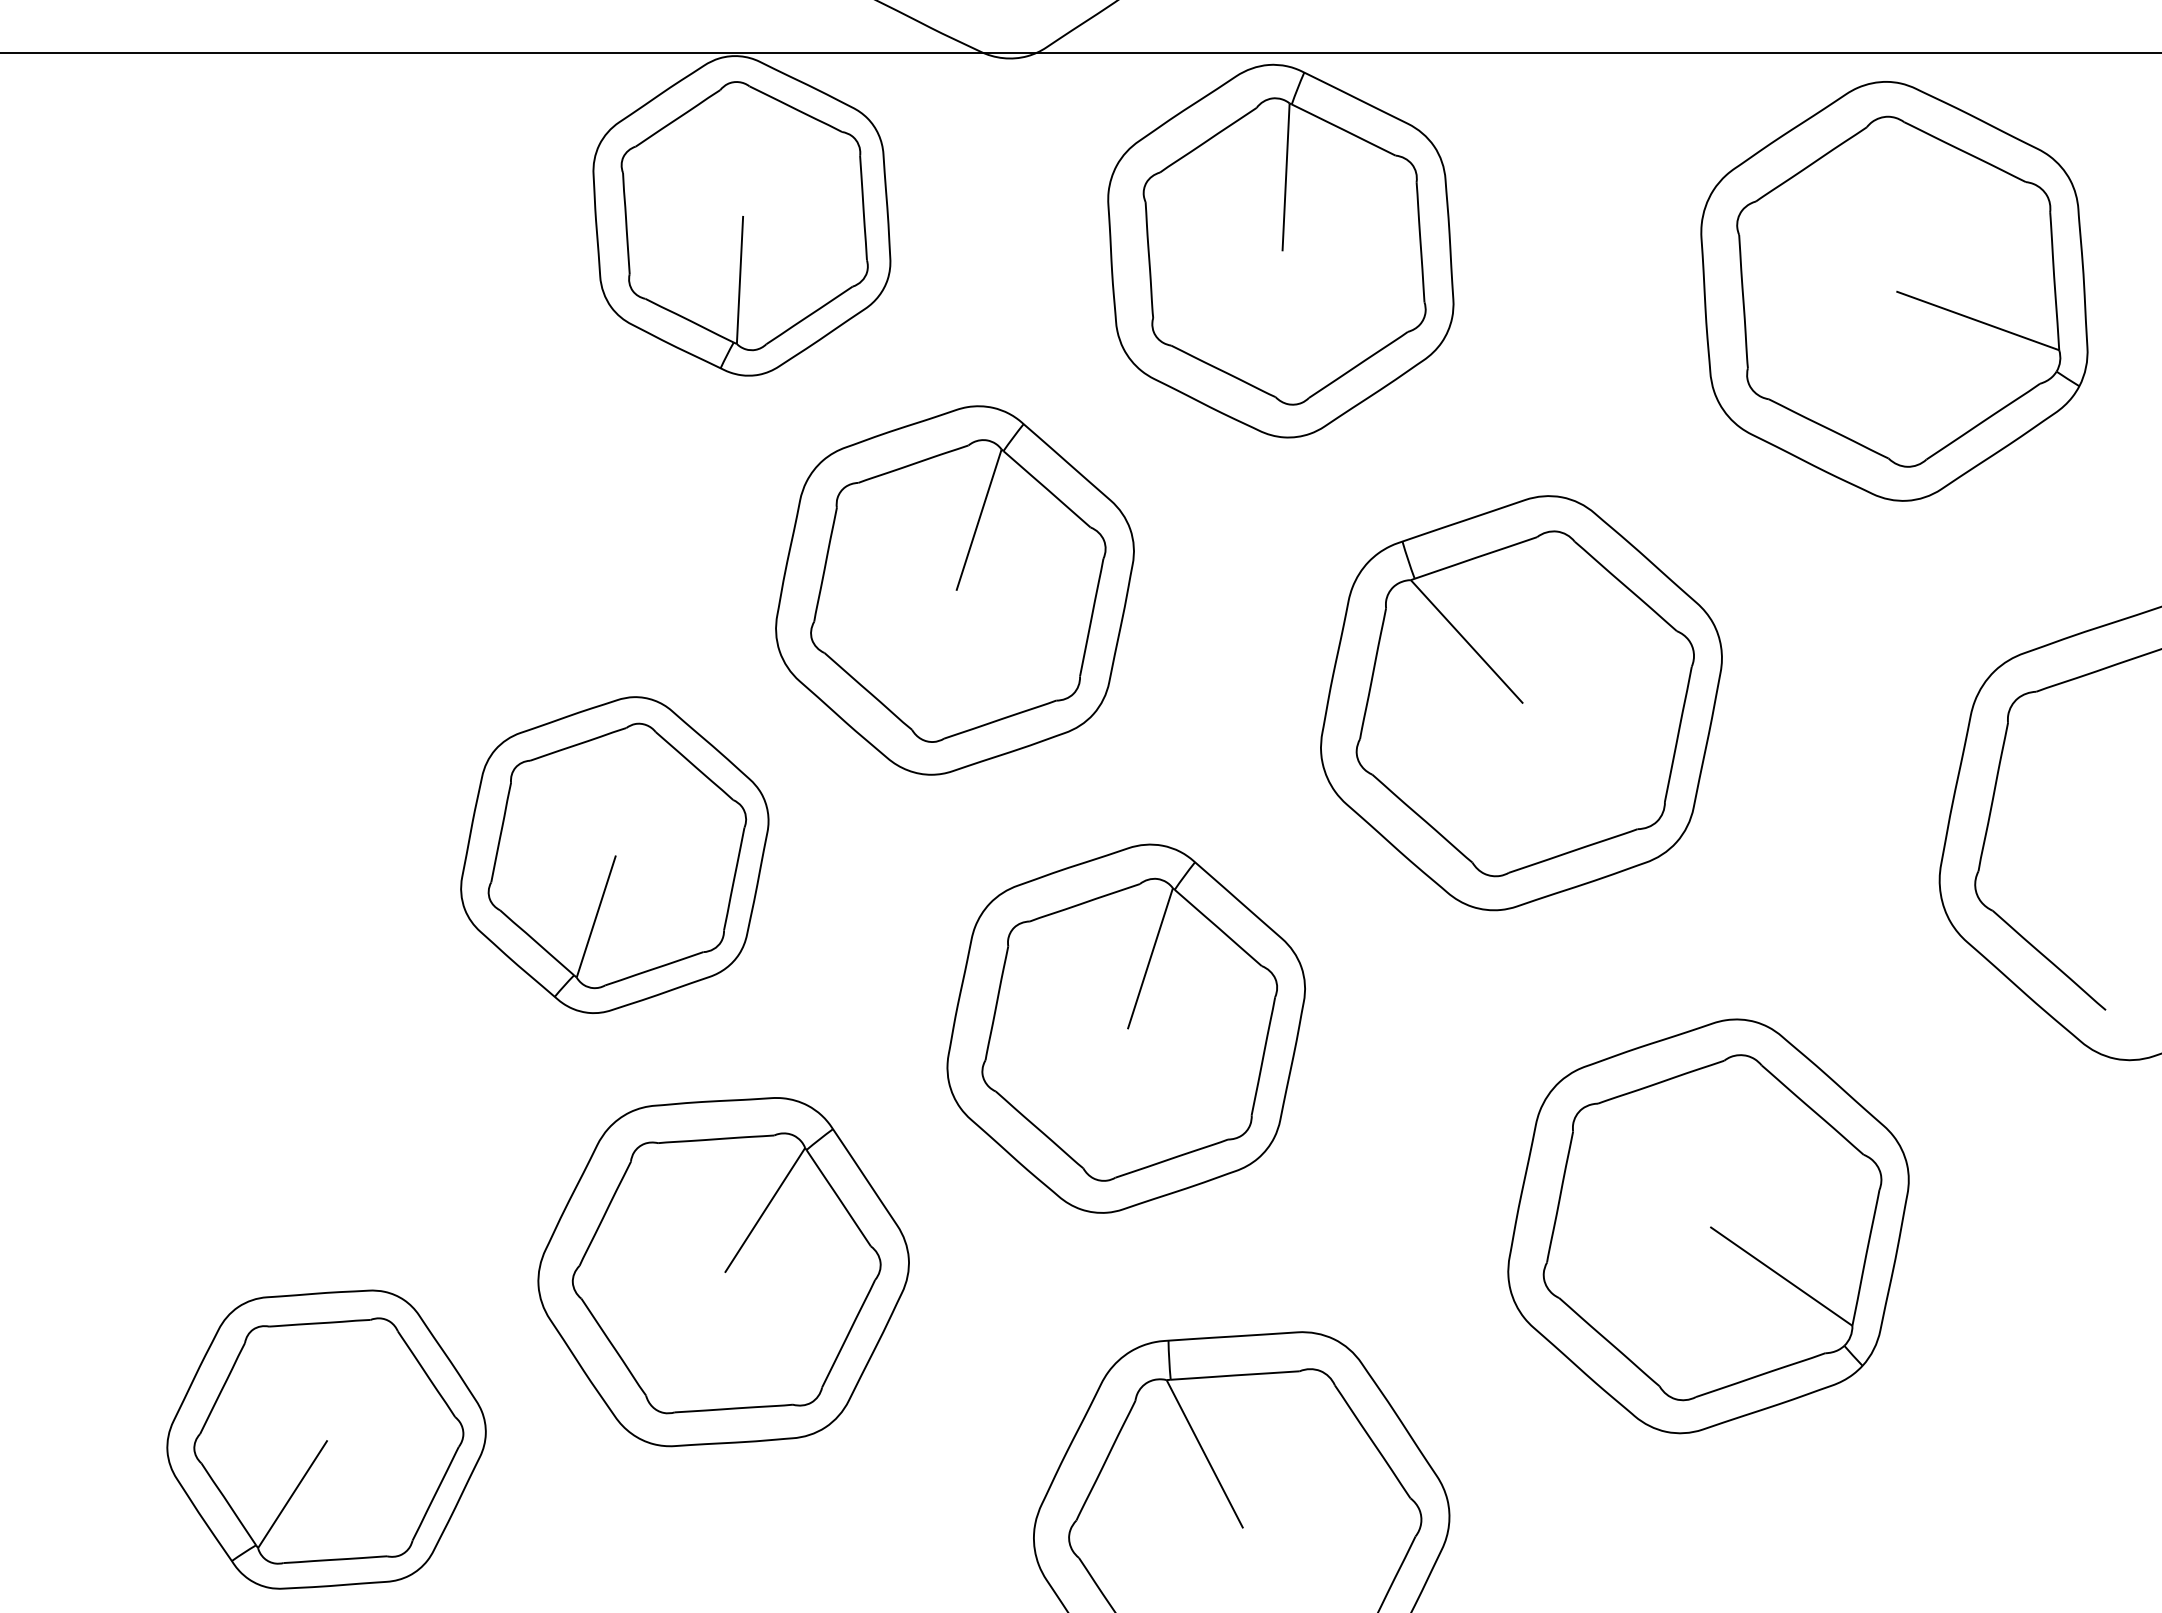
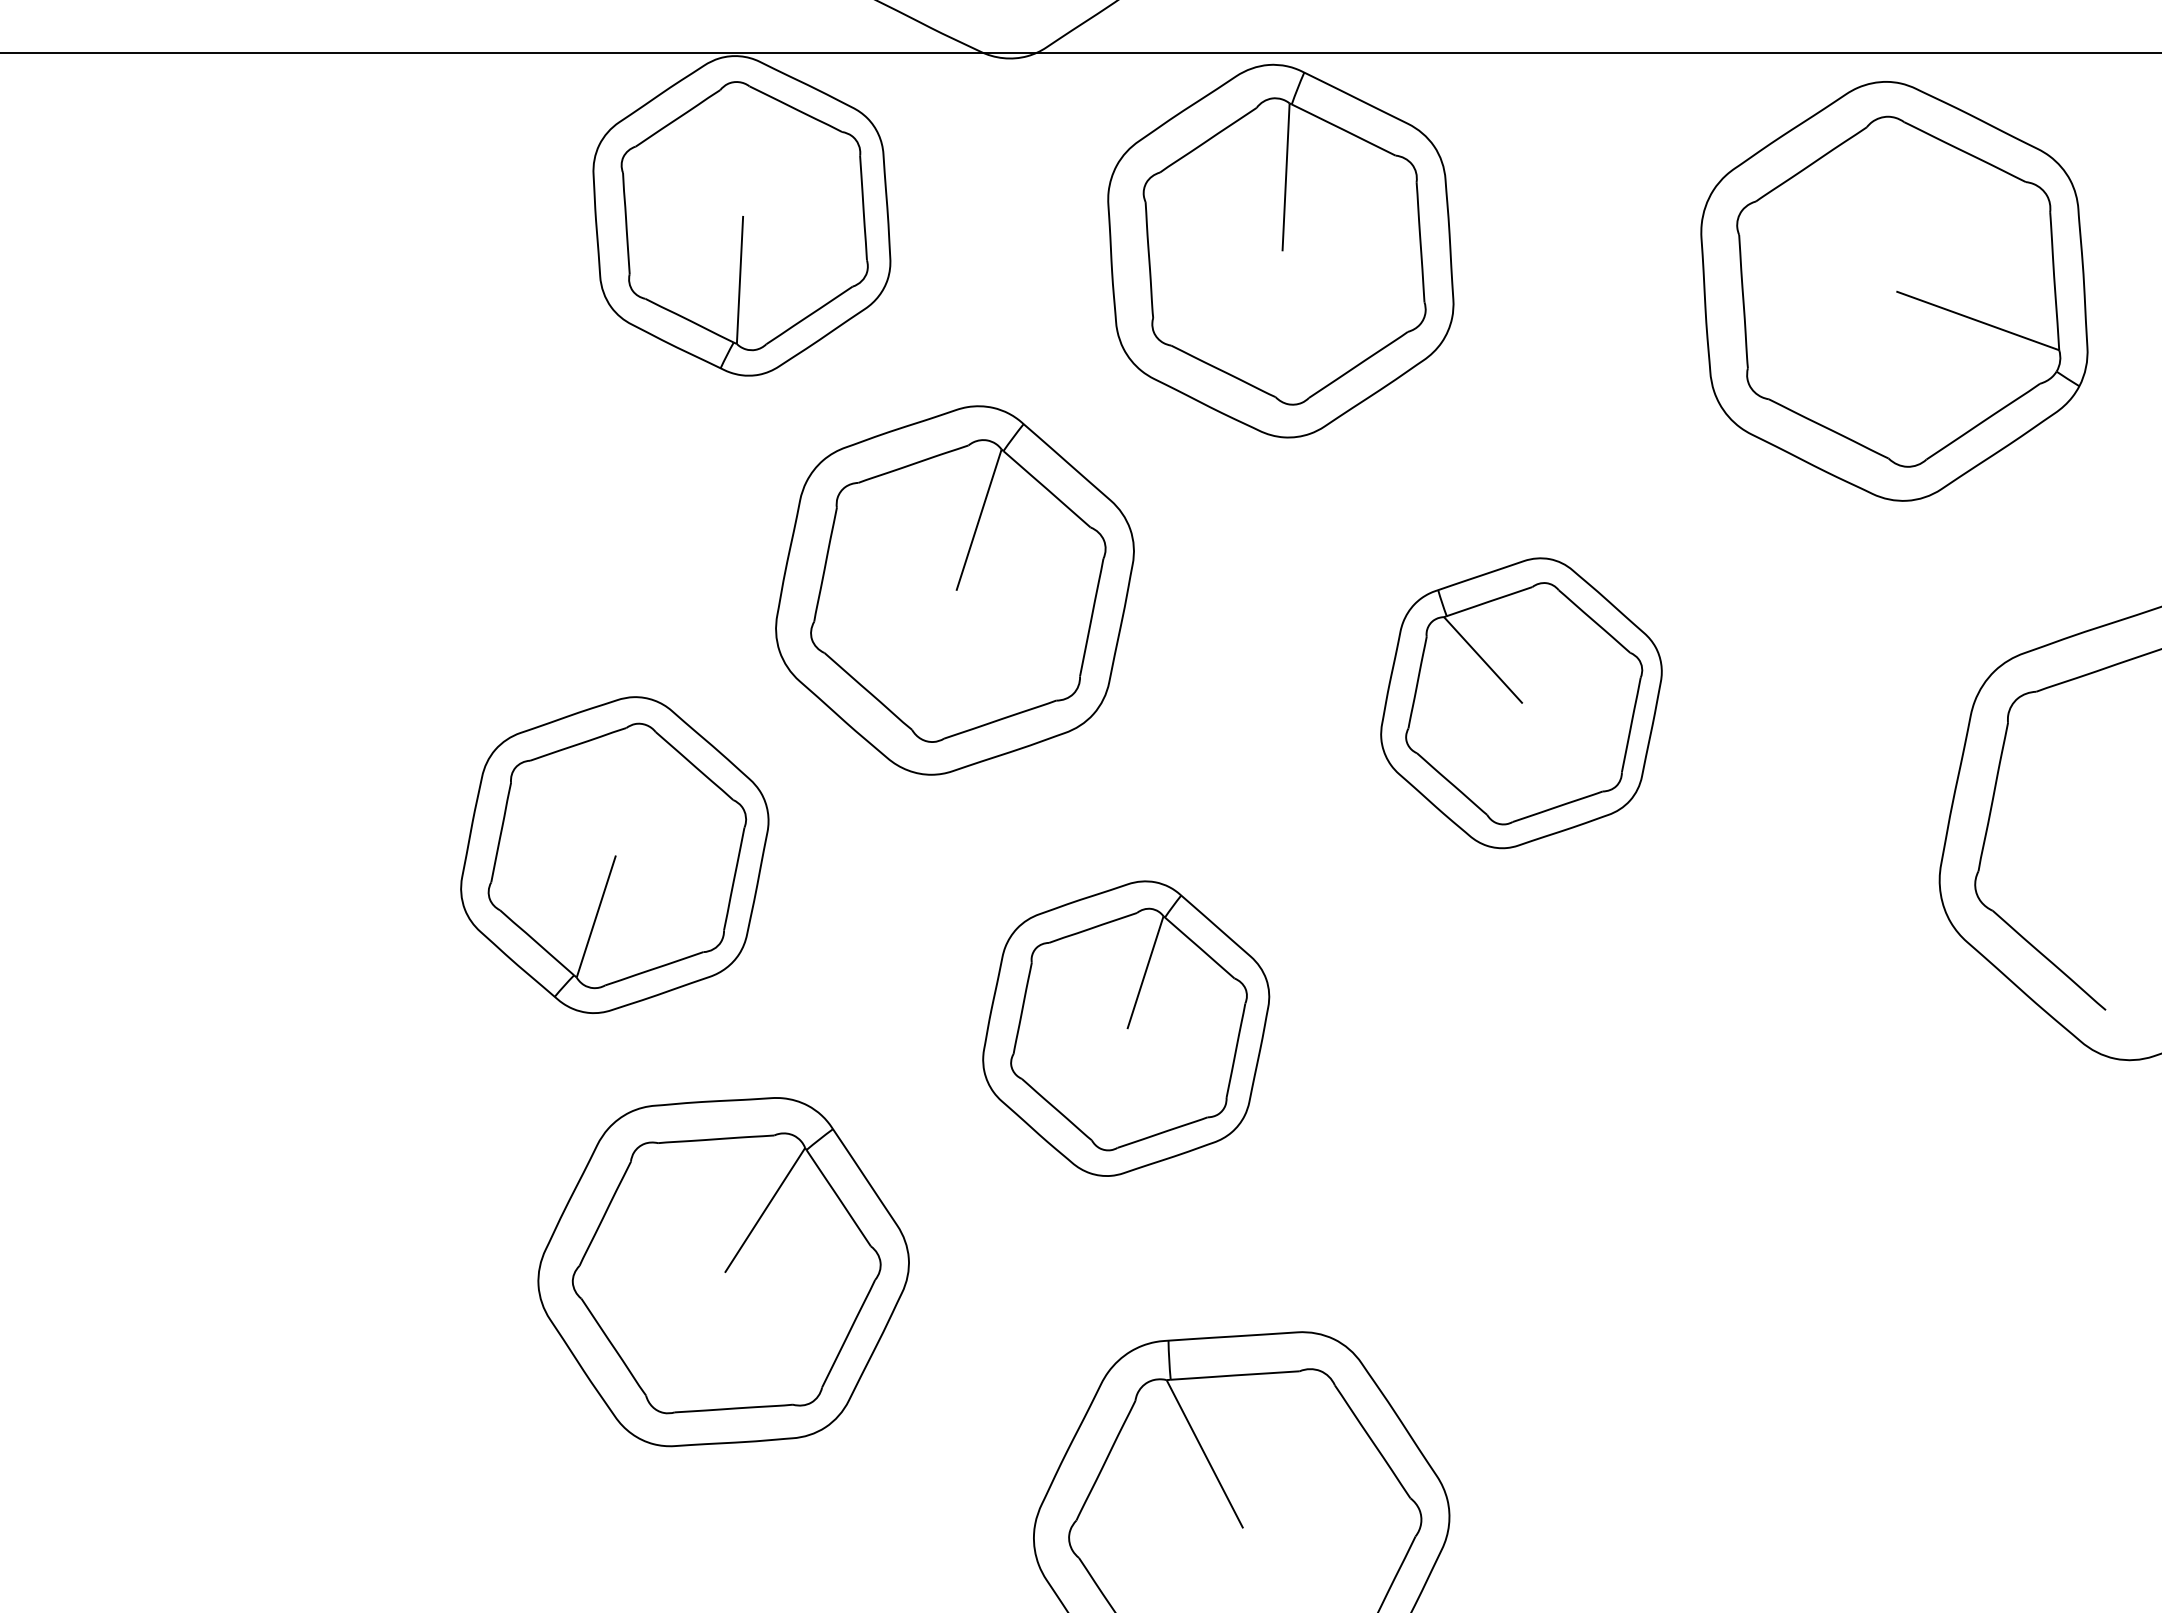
part at (1521, 703) size: 403x417 px -> 283x293 px
part at (1125, 1028) size: 360x371 px -> 289x297 px
part at (1708, 1226): present -> none
part at (326, 1439): present -> none
